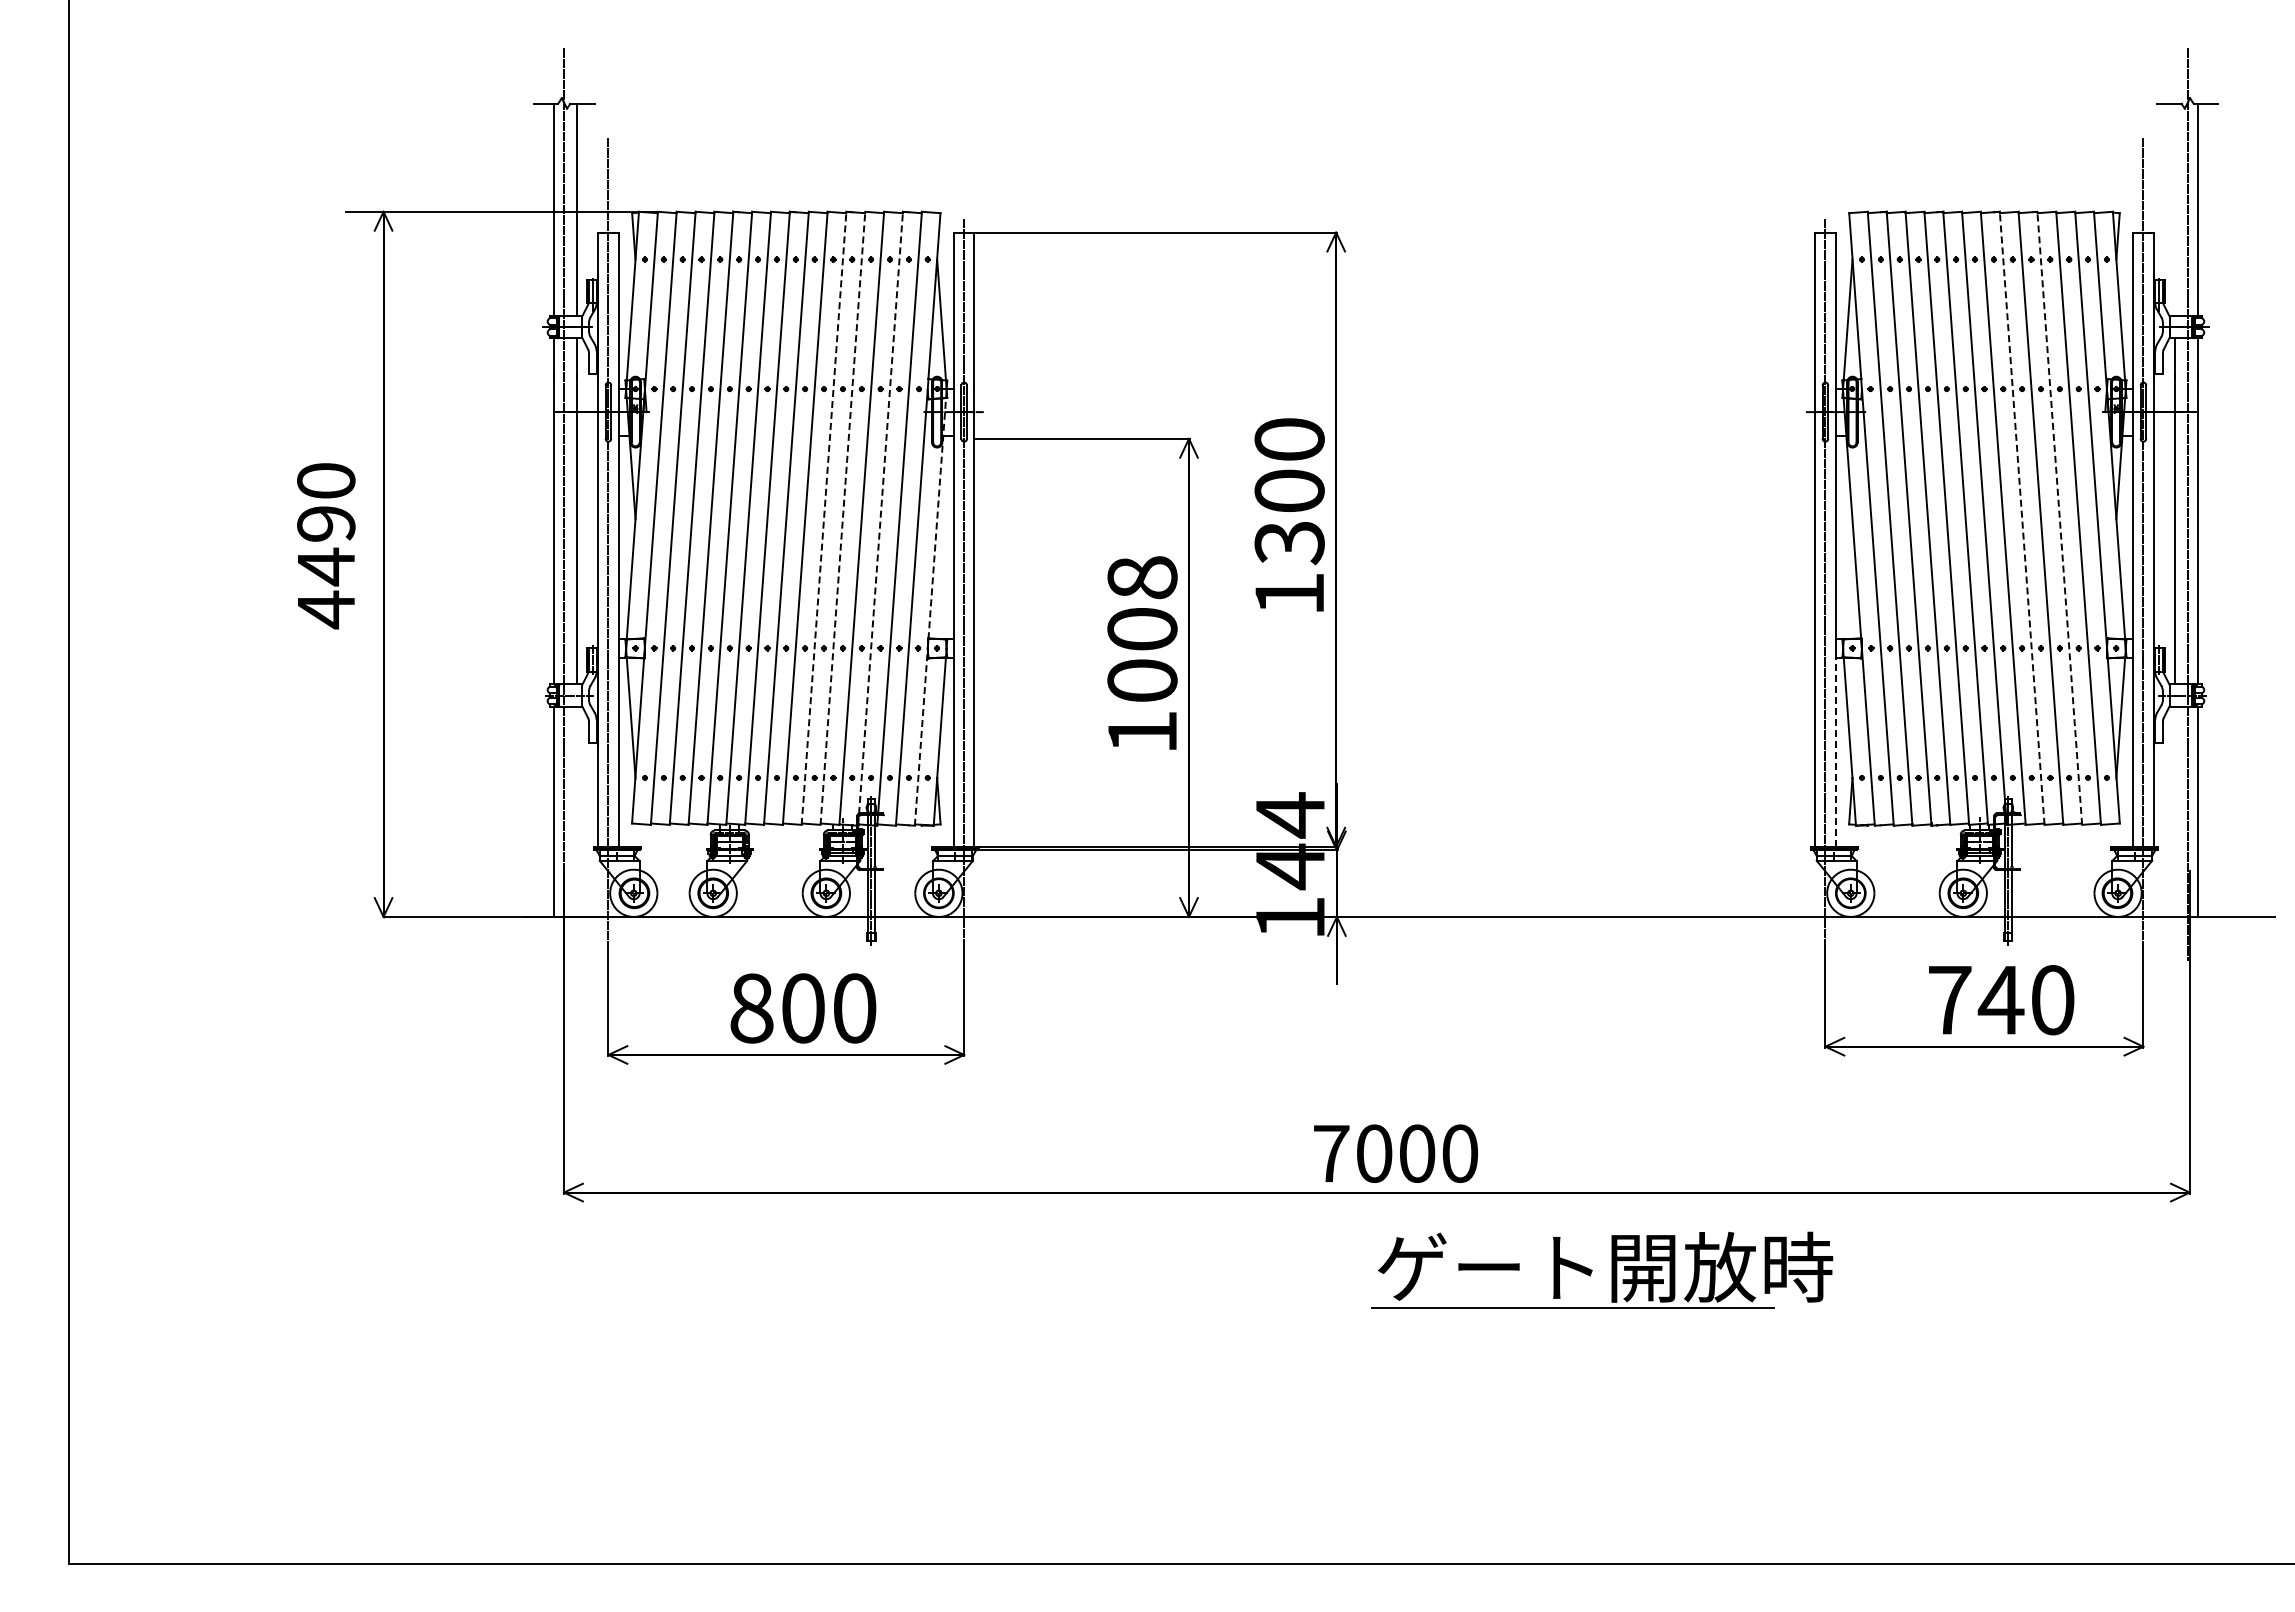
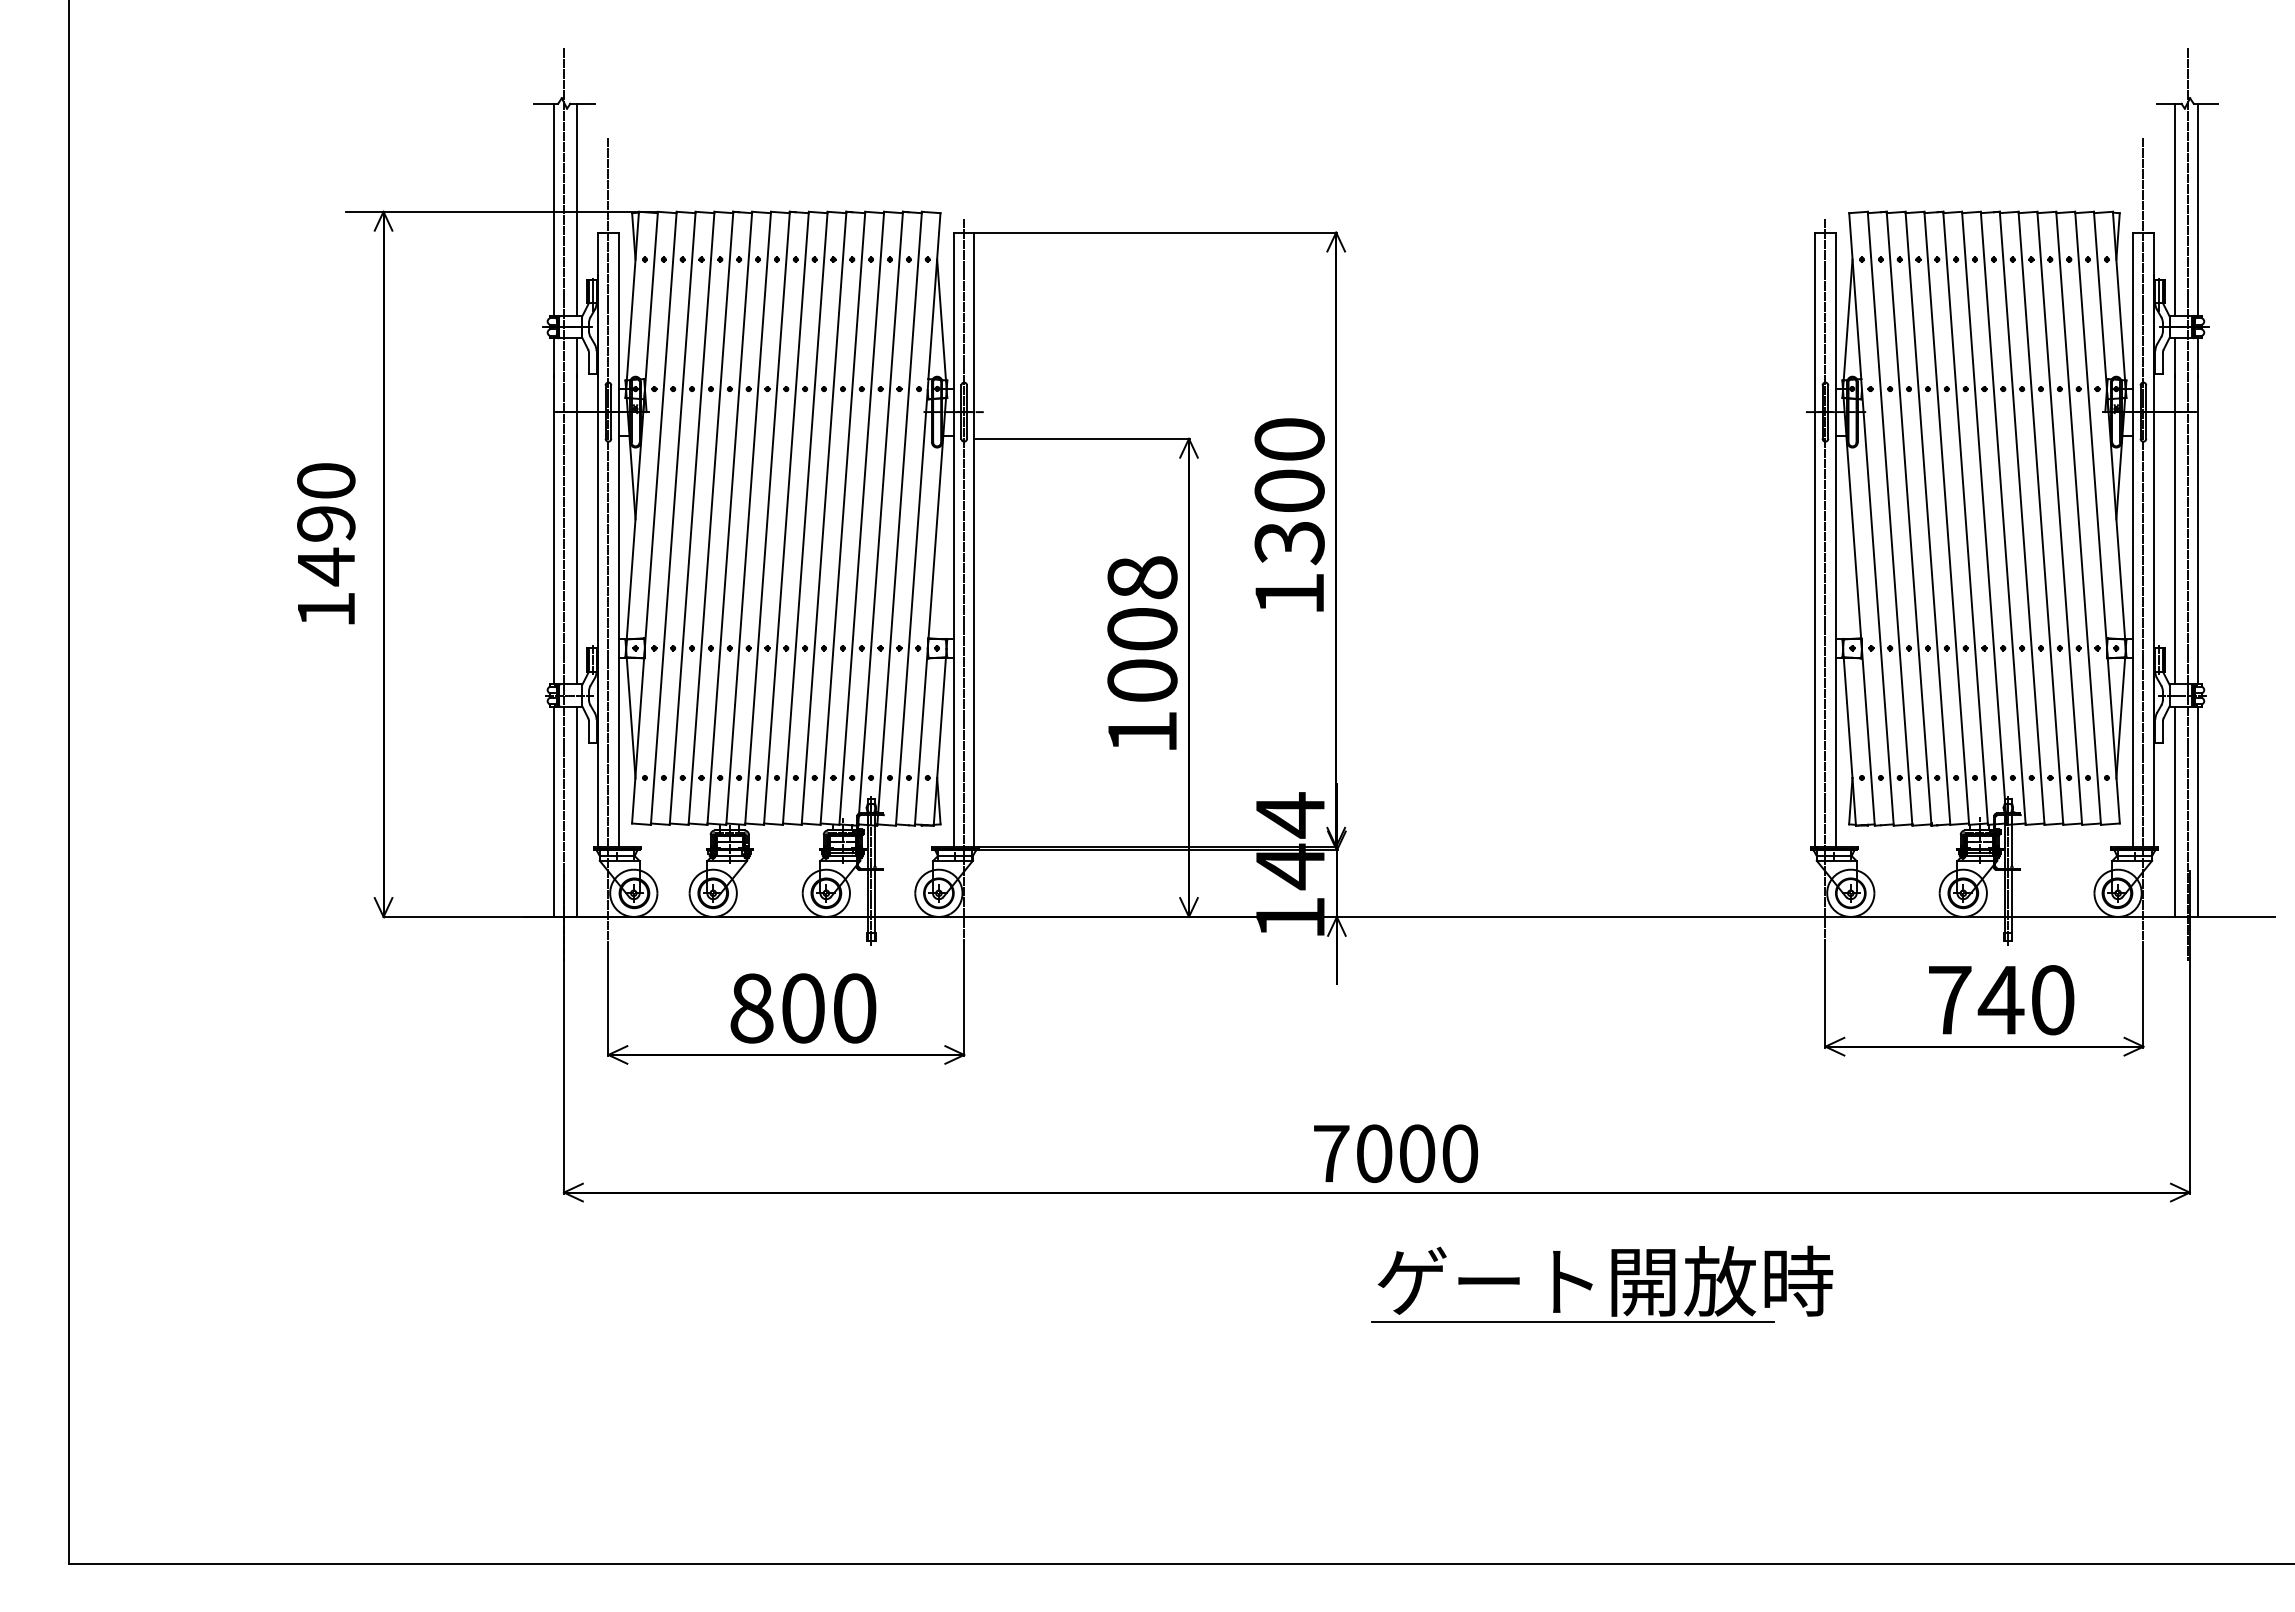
line at (2175, 209): none -> present
line at (824, 517): dashed -> solid
line at (842, 517): dashed -> solid
line at (880, 517): dashed -> solid
line at (2022, 517): dashed -> solid
line at (2059, 517): dashed -> solid
line at (931, 602): dashed -> solid
text at (326, 609): 4490 -> 1490
line at (1835, 751): dashed -> solid
line at (576, 811): none -> present
line at (2175, 811): none -> present
part at (1611, 1269) position: (1611, 1269) -> (1611, 1283)
